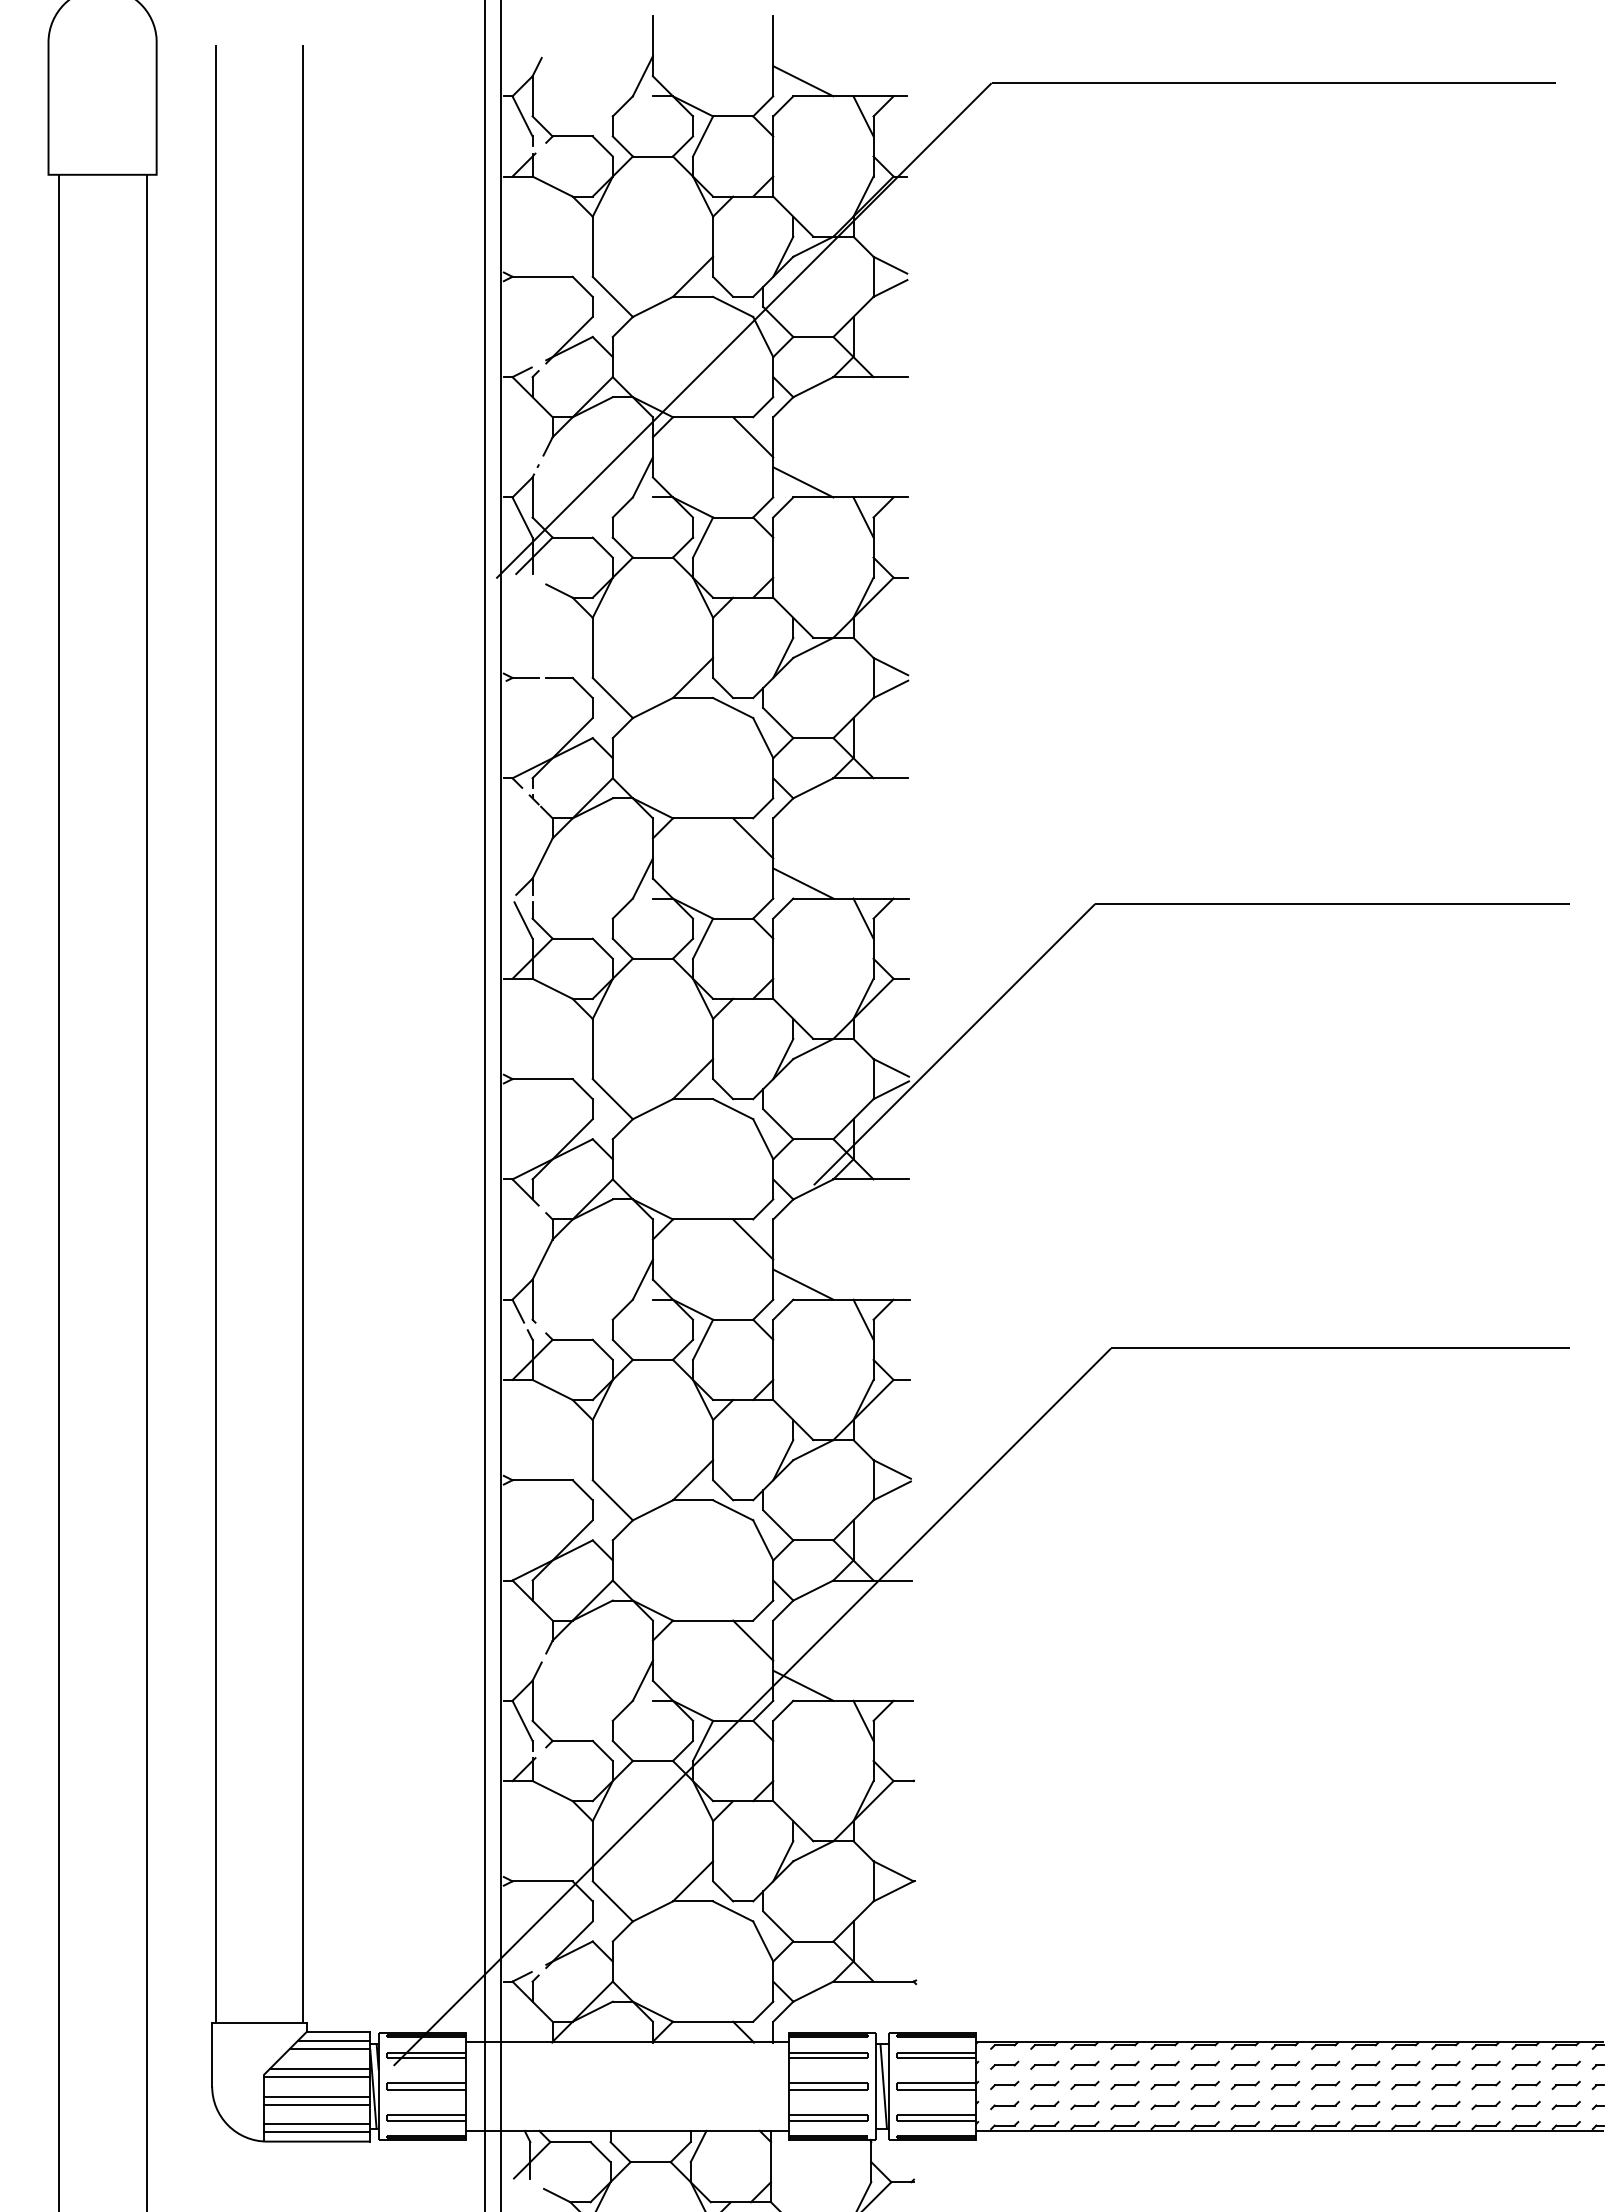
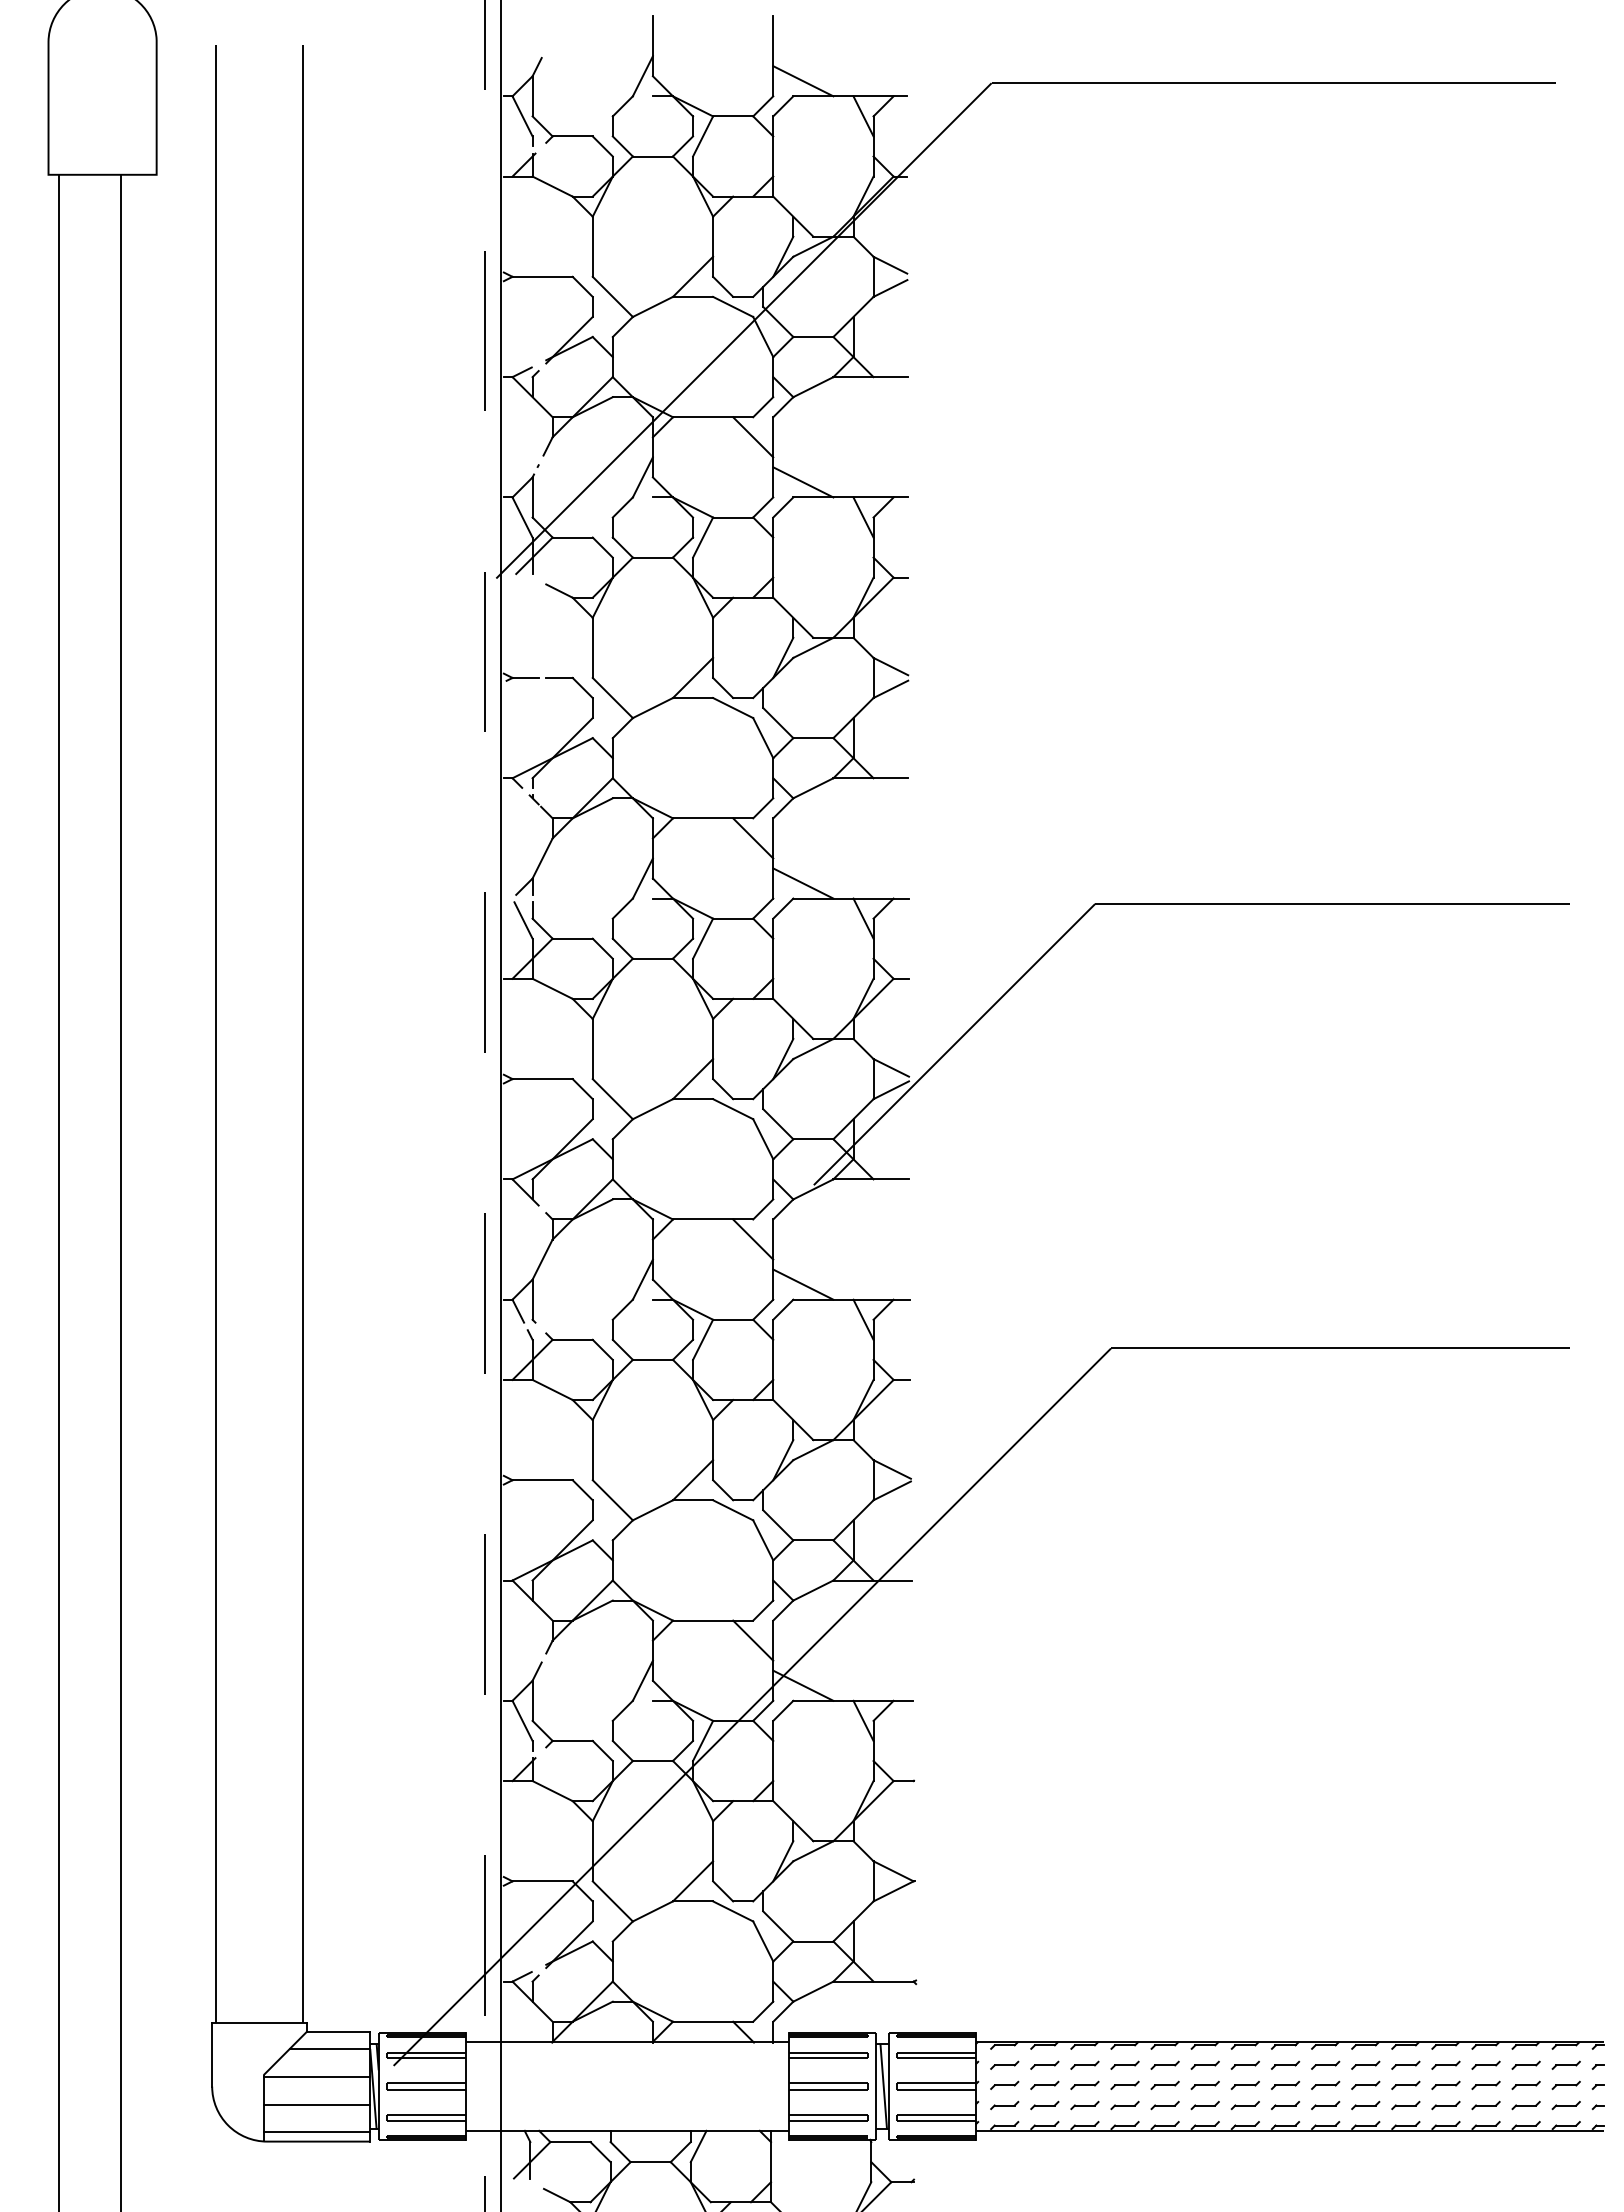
line at (484, 1105): solid -> dashed
line at (146, 1191) position: (146, 1191) -> (120, 1191)
line at (333, 2041): present -> none
line at (319, 2068): present -> none
line at (317, 2096): present -> none
line at (317, 2124): present -> none
